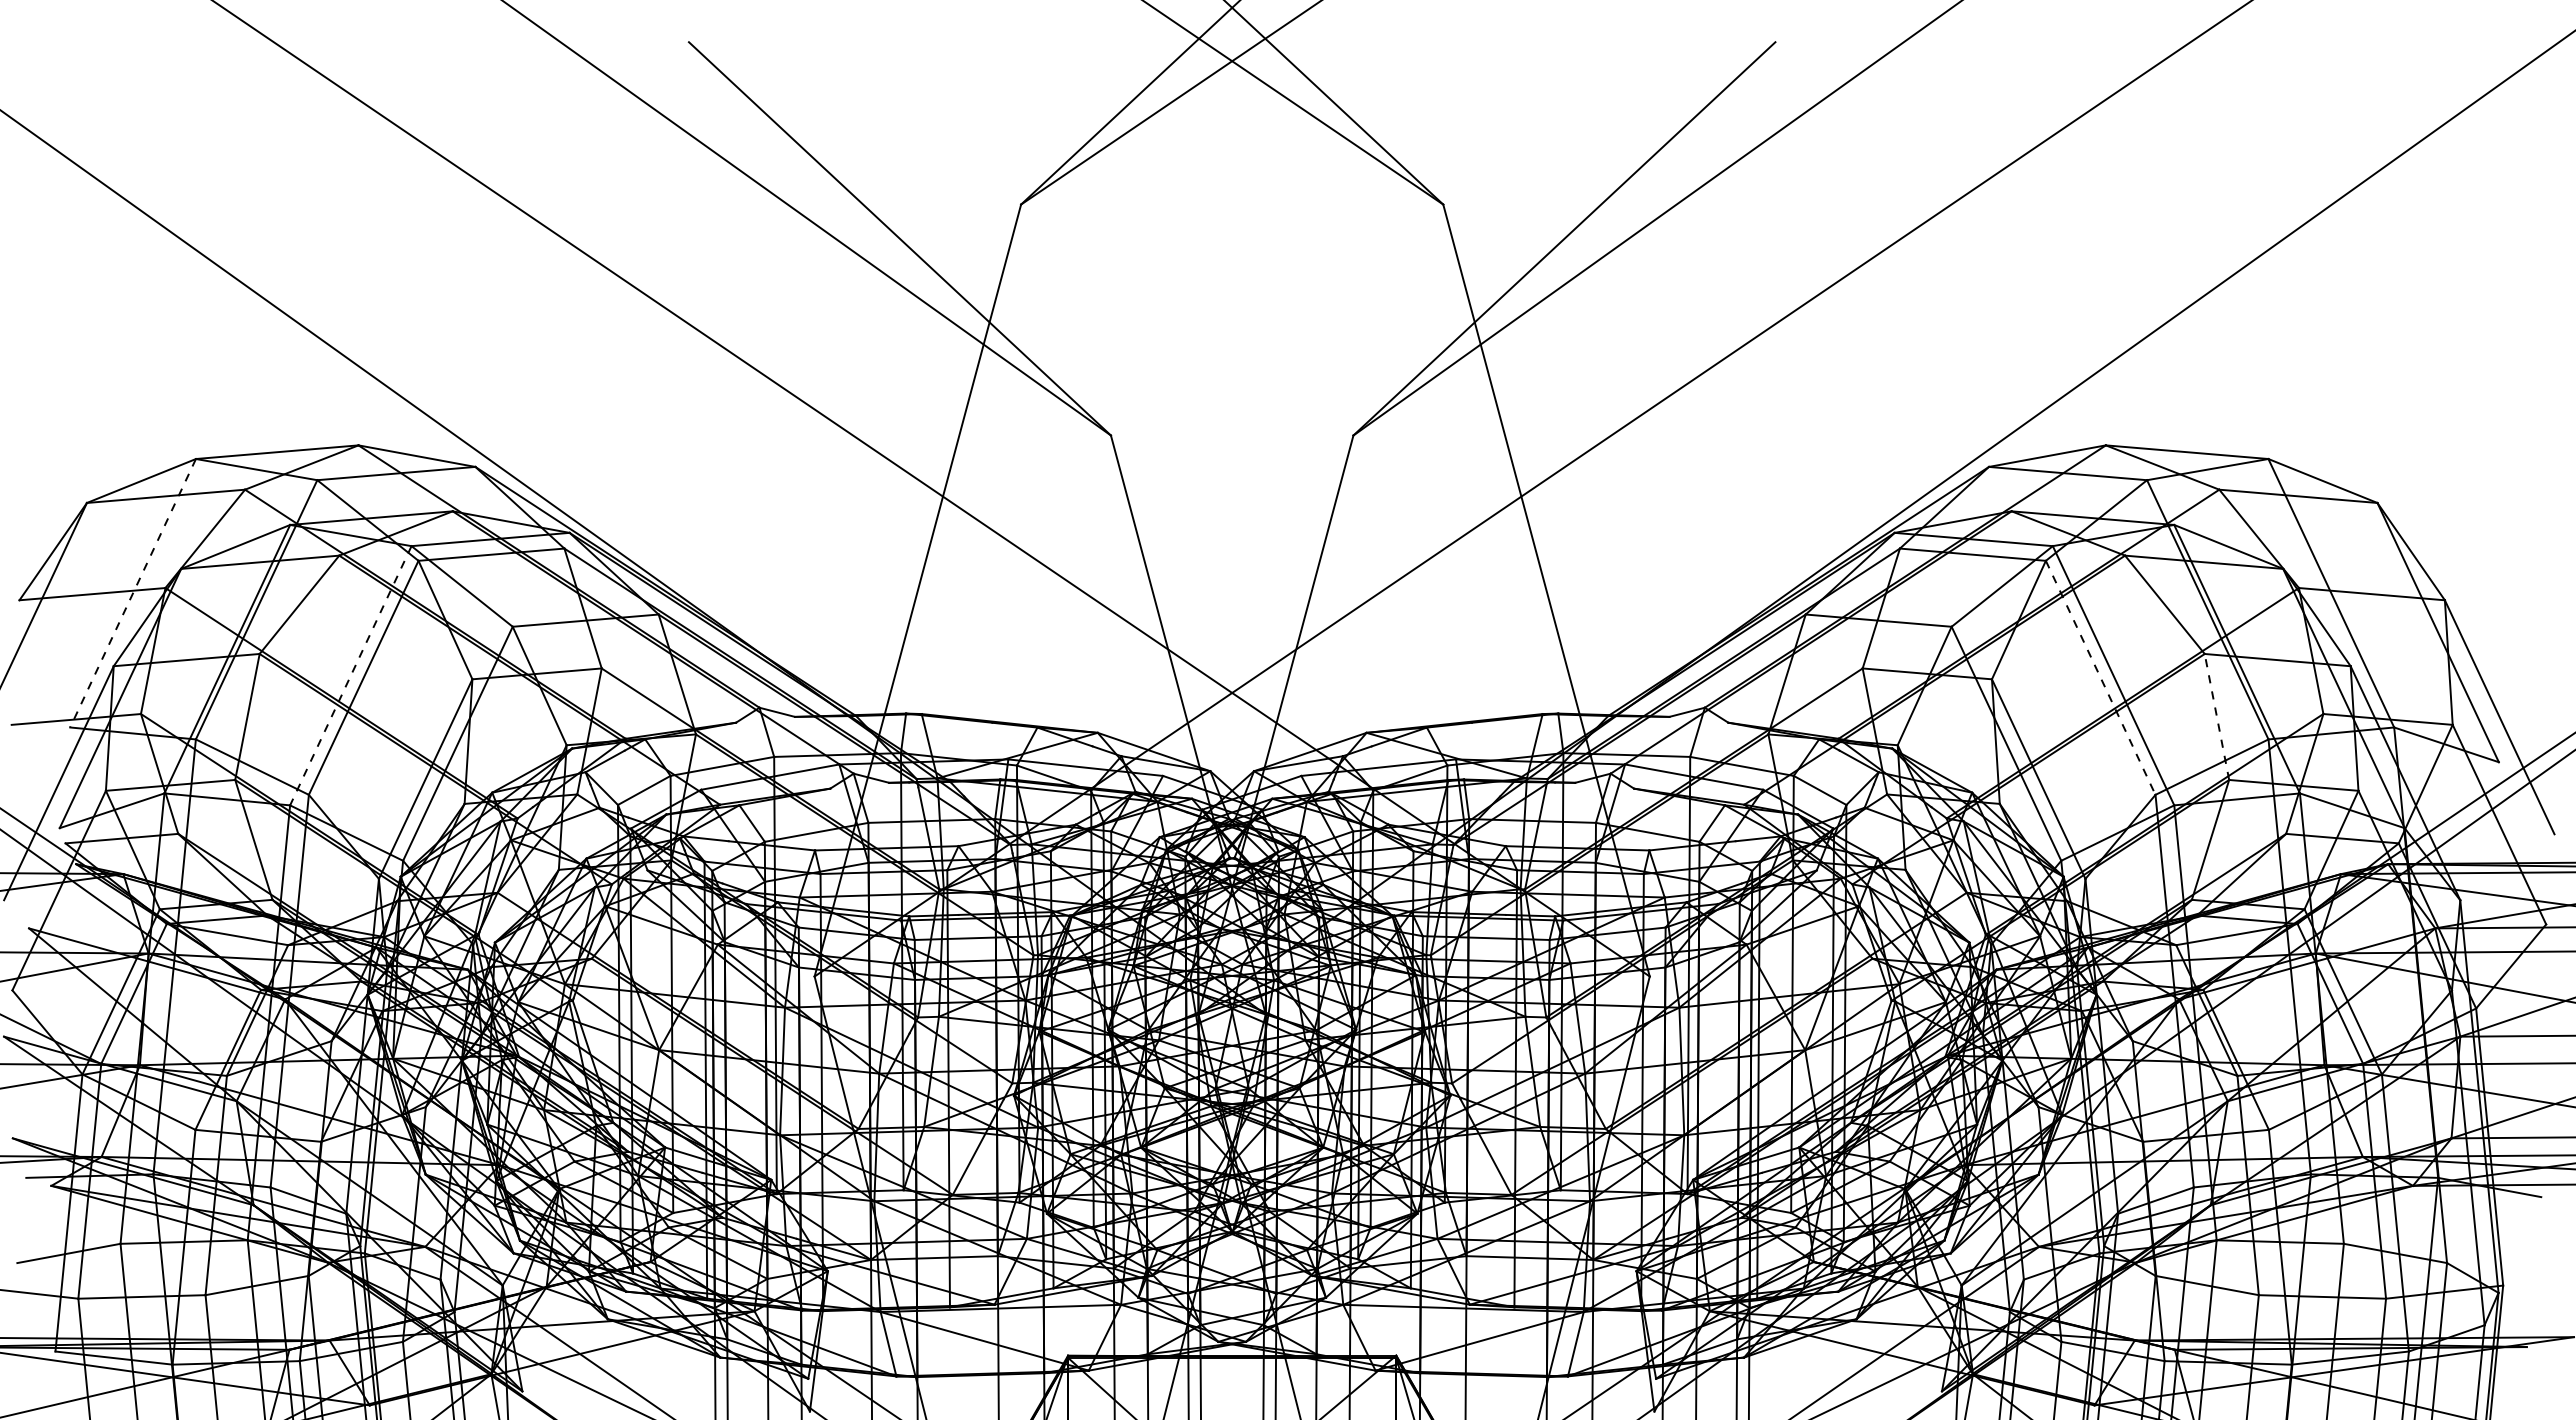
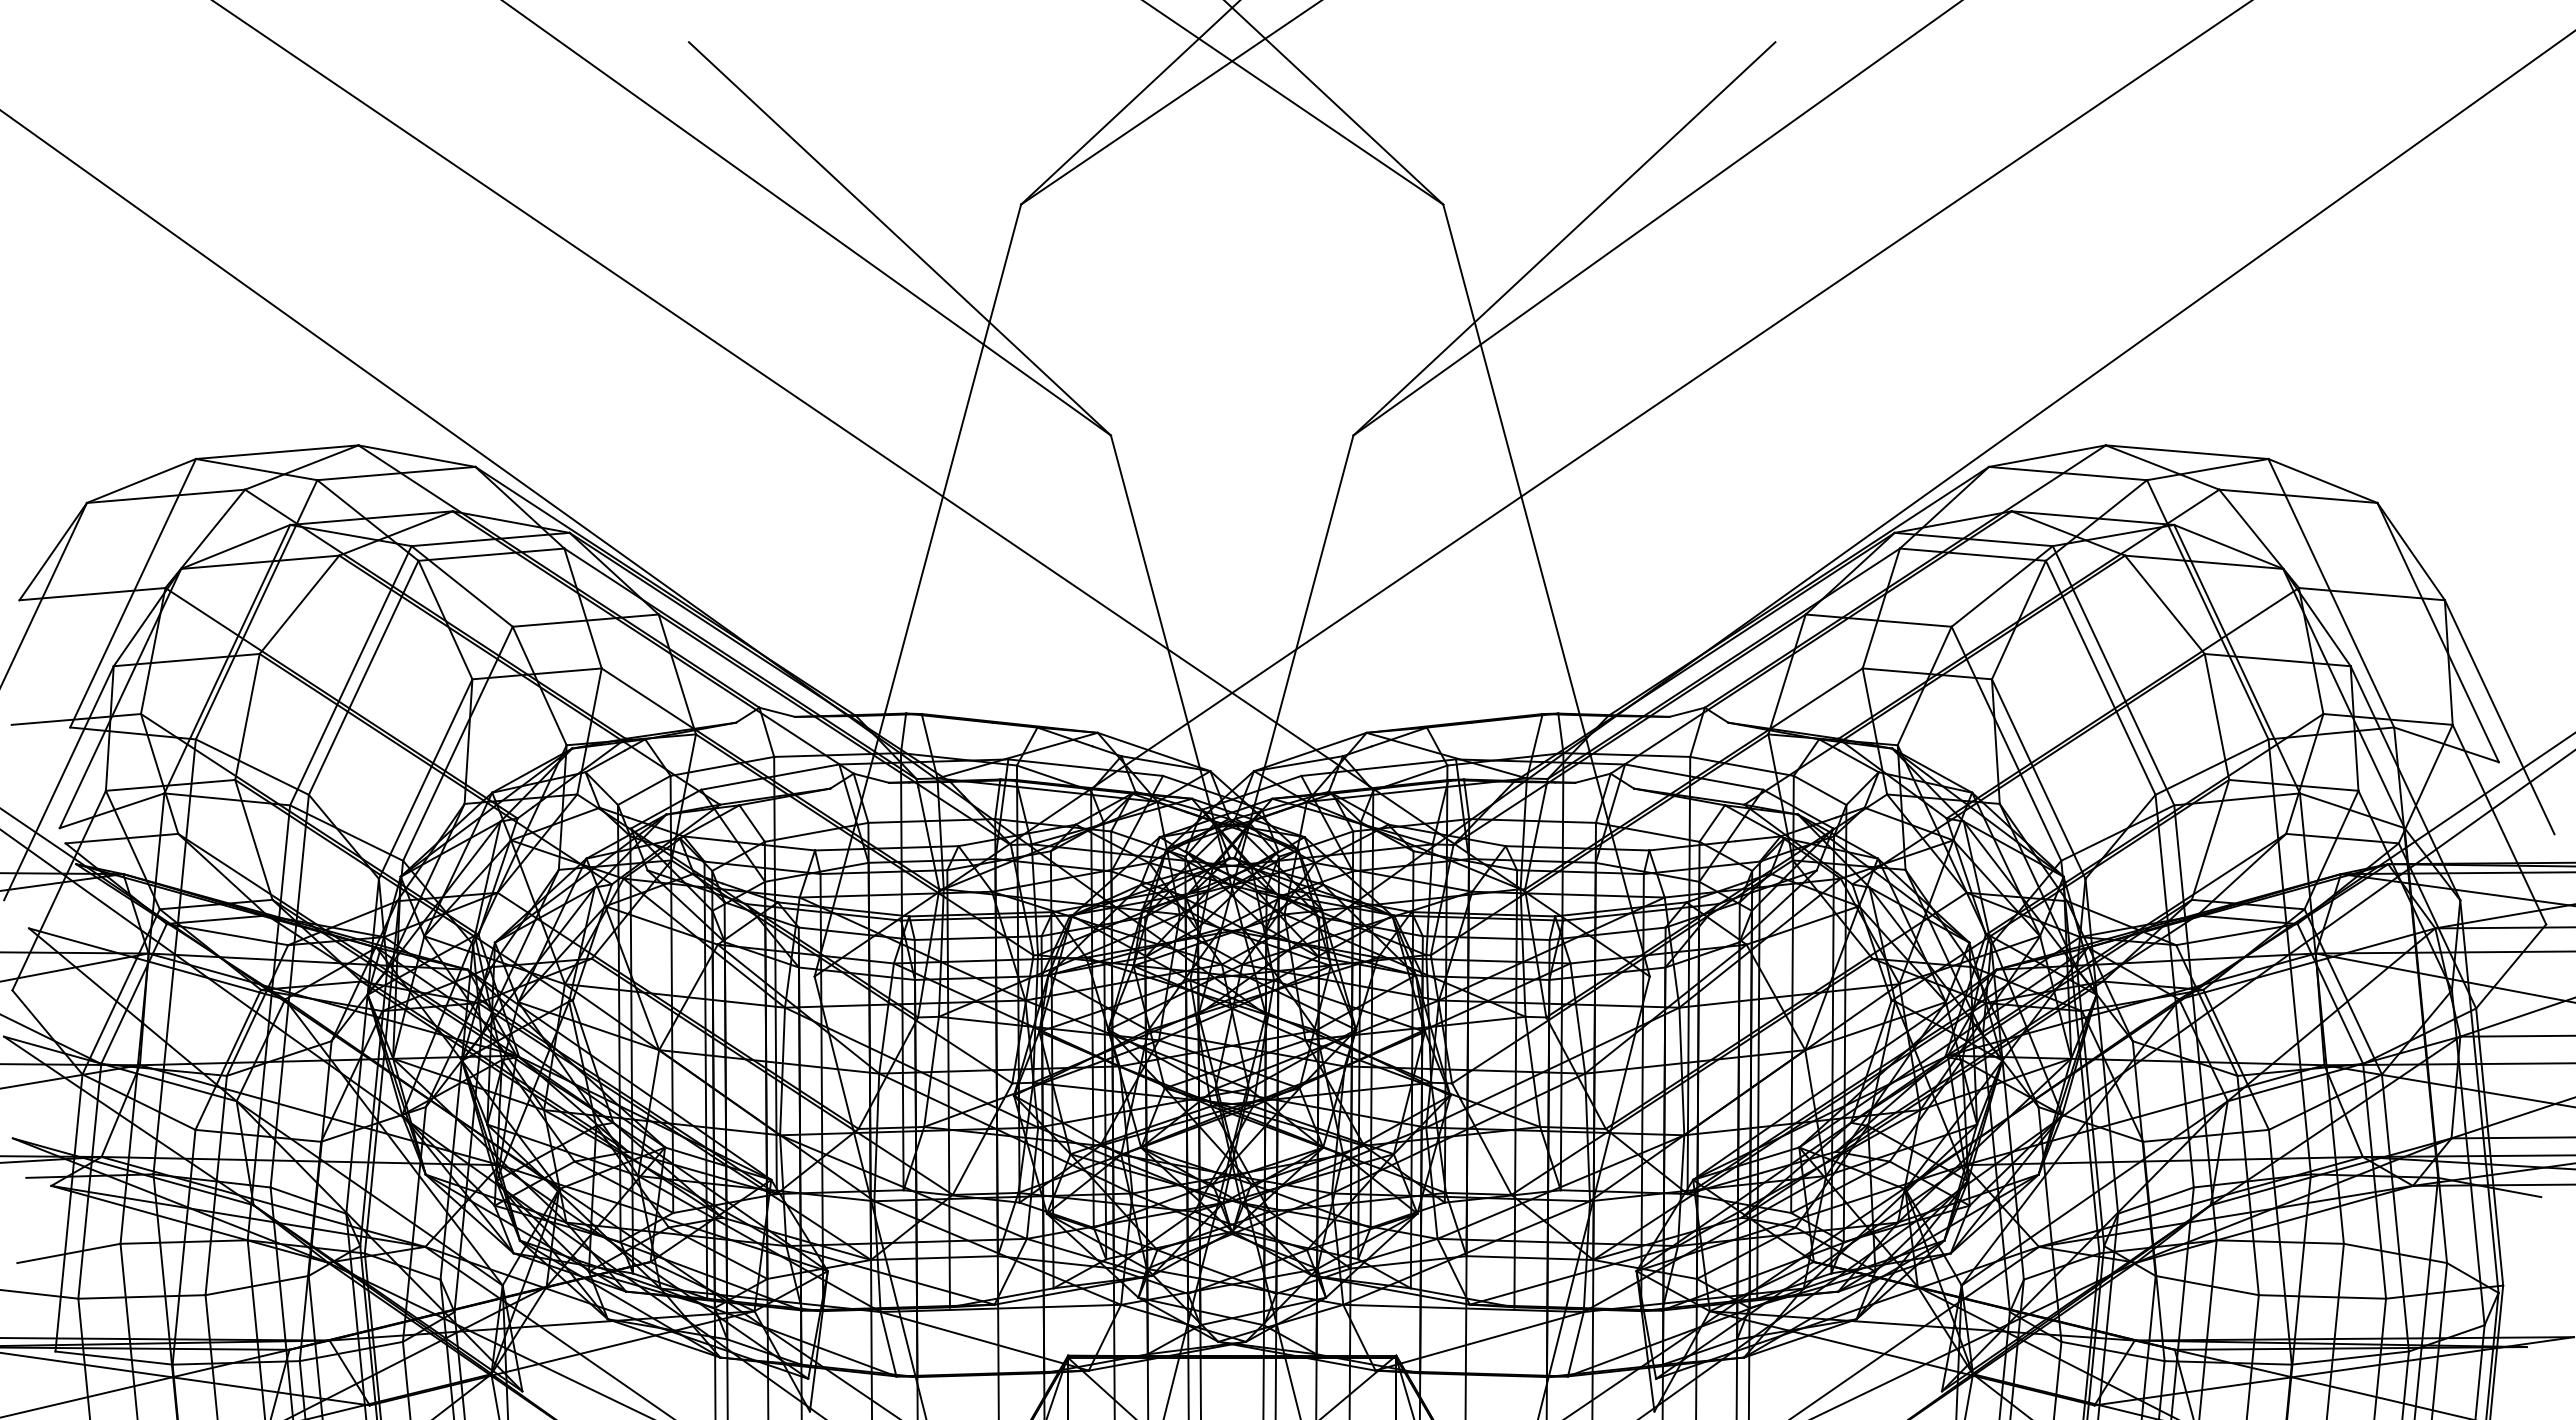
line at (132, 593): dashed -> solid
line at (350, 676): dashed -> solid
line at (2100, 678): dashed -> solid
line at (2216, 716): dashed -> solid
